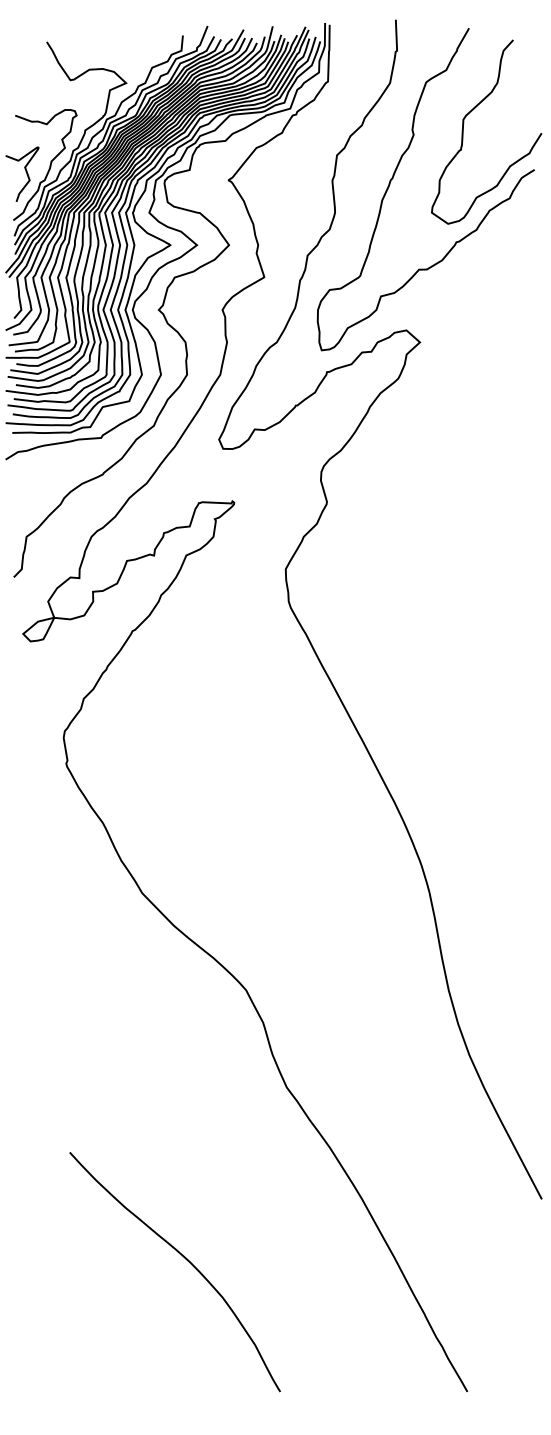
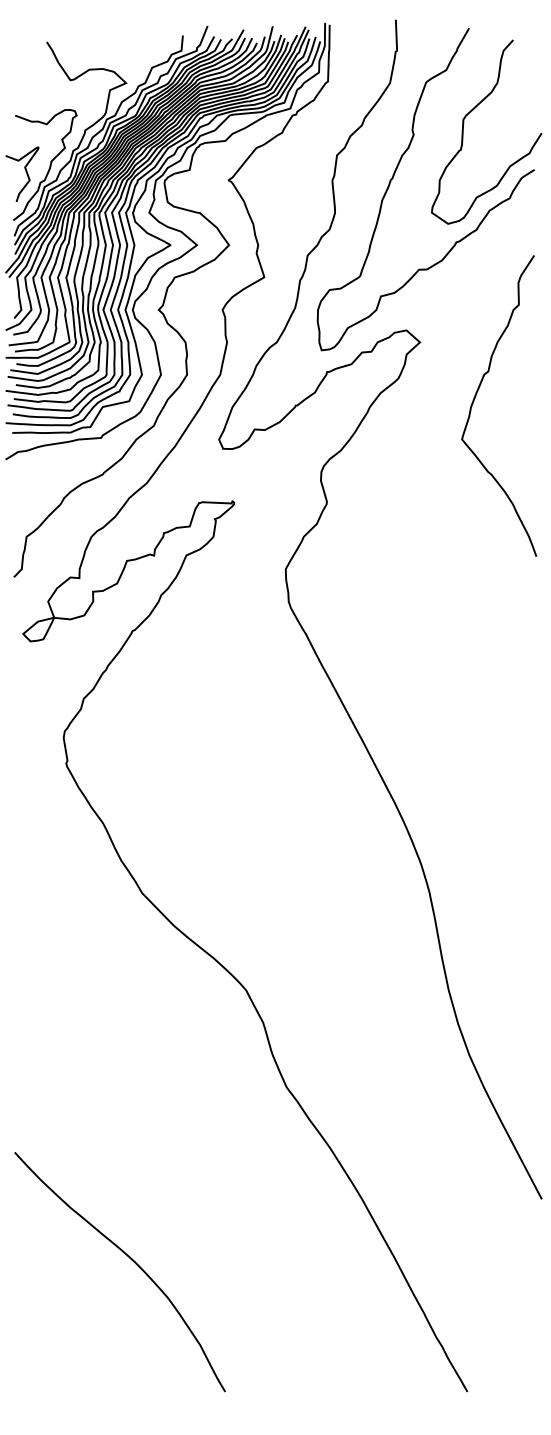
curve at (476, 396): none -> present
curve at (186, 1260) position: (186, 1260) -> (131, 1260)
